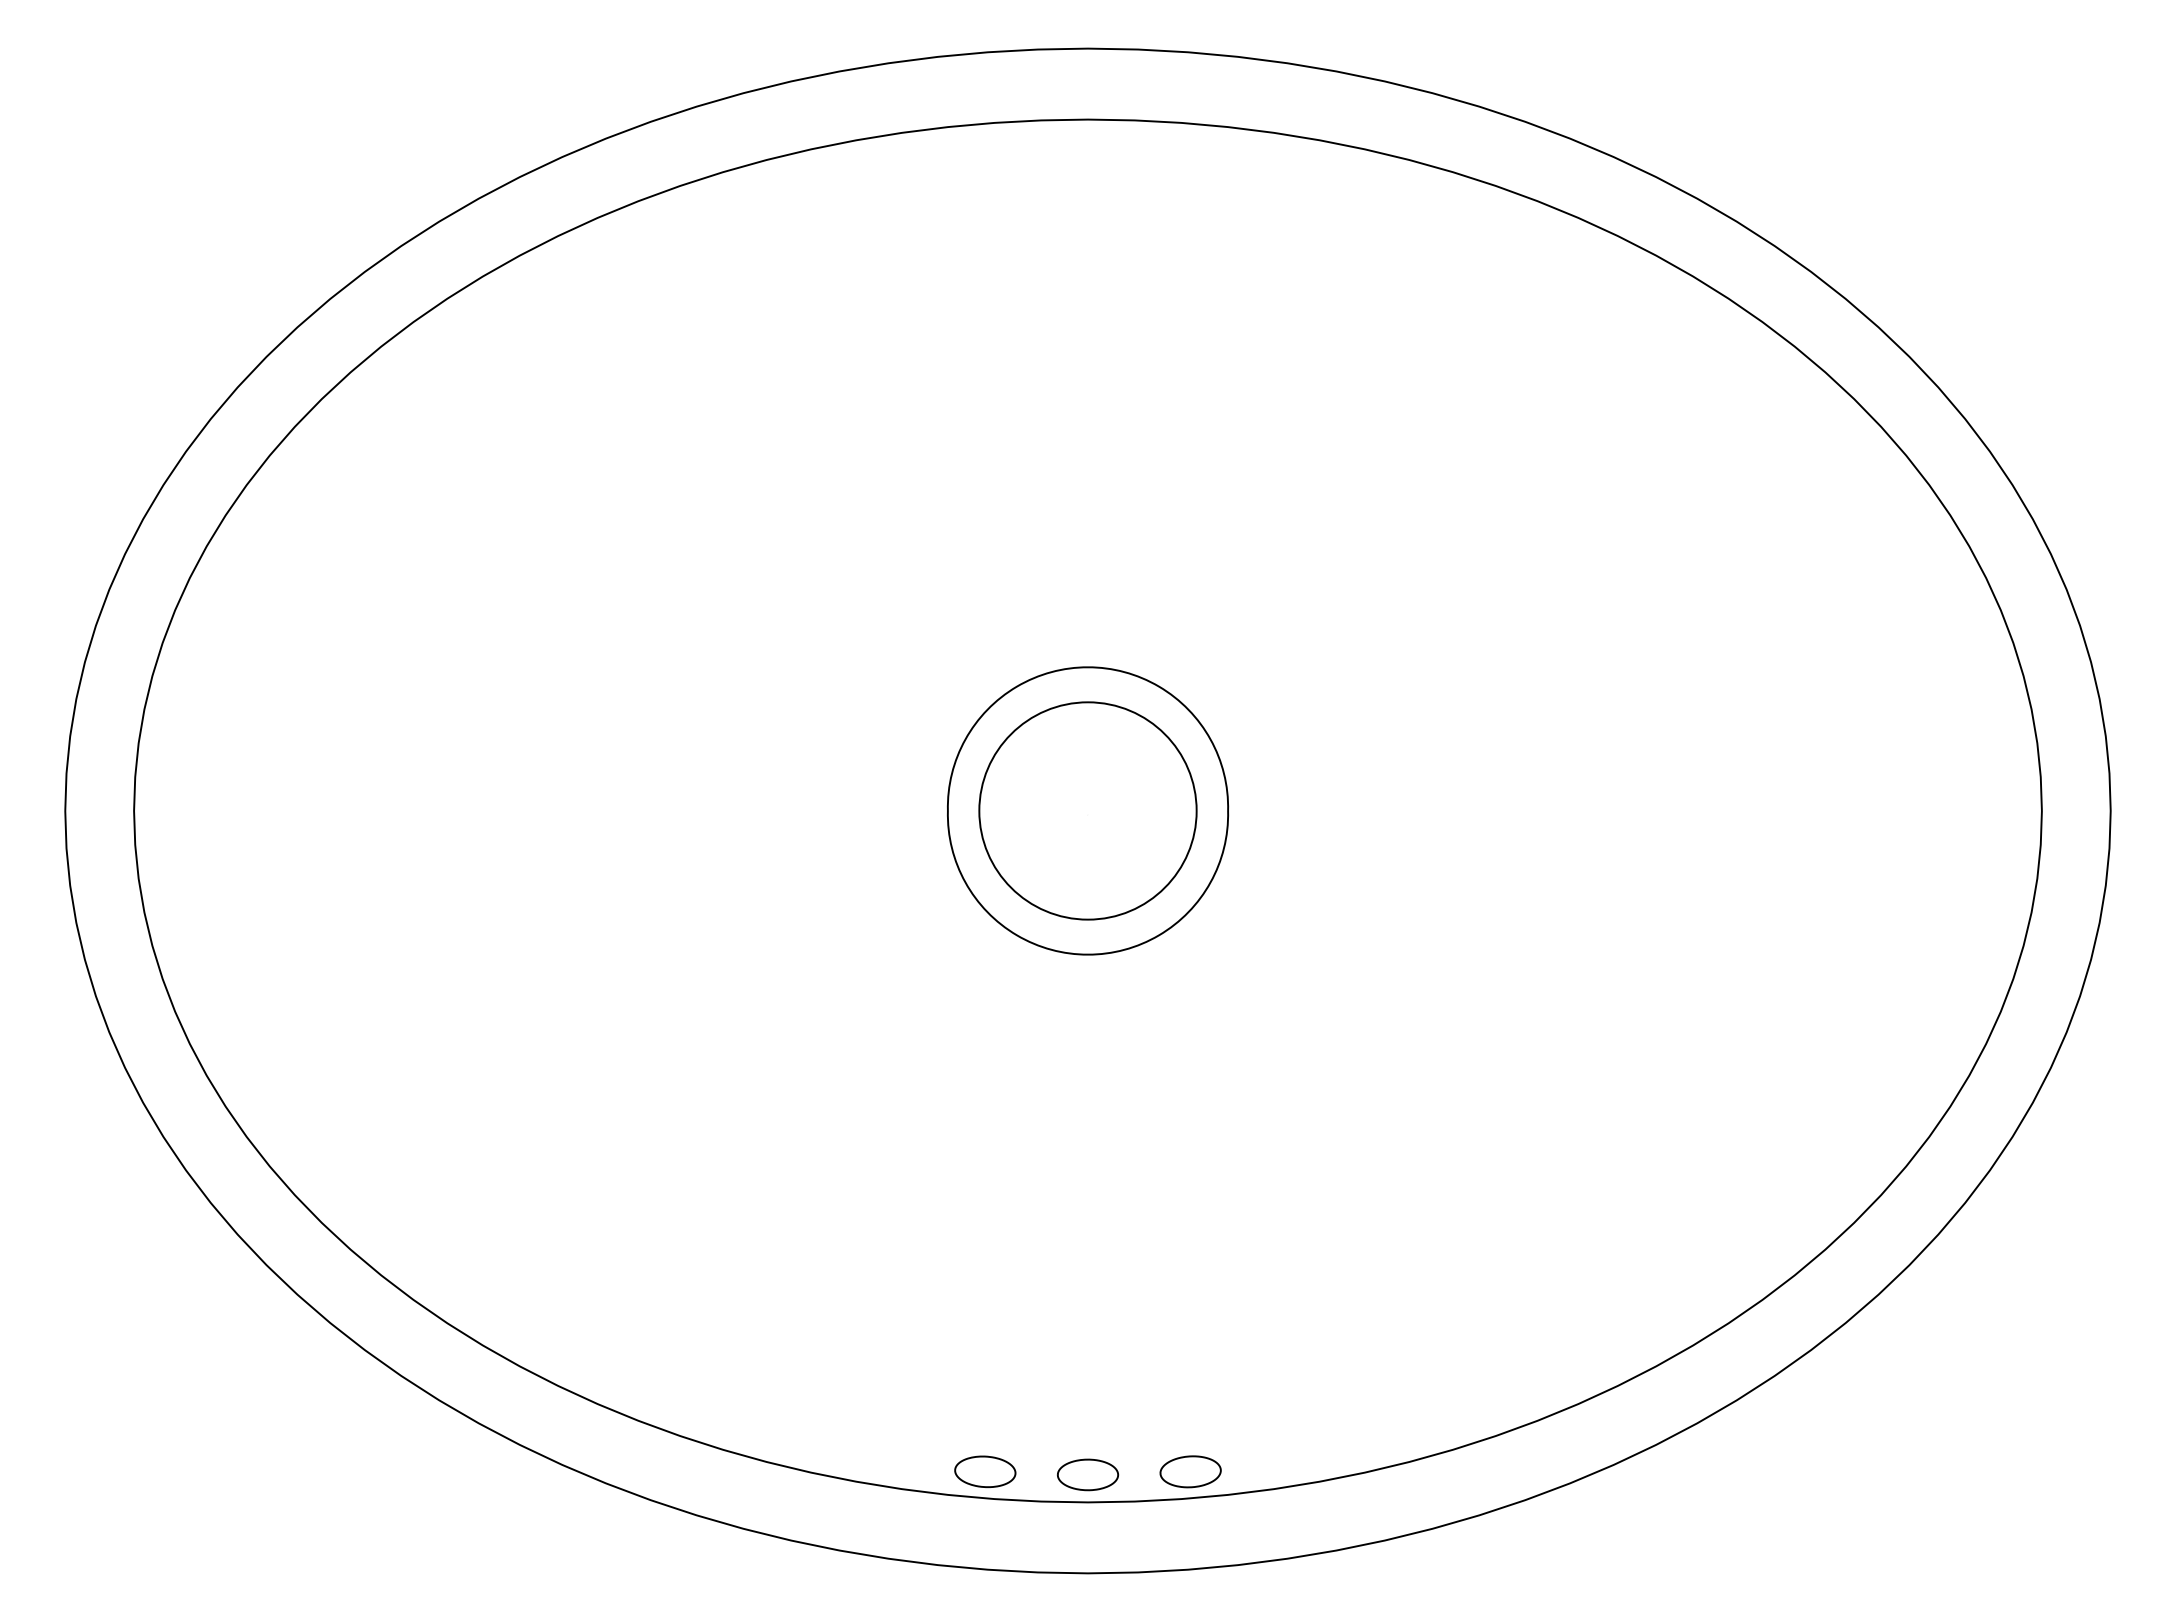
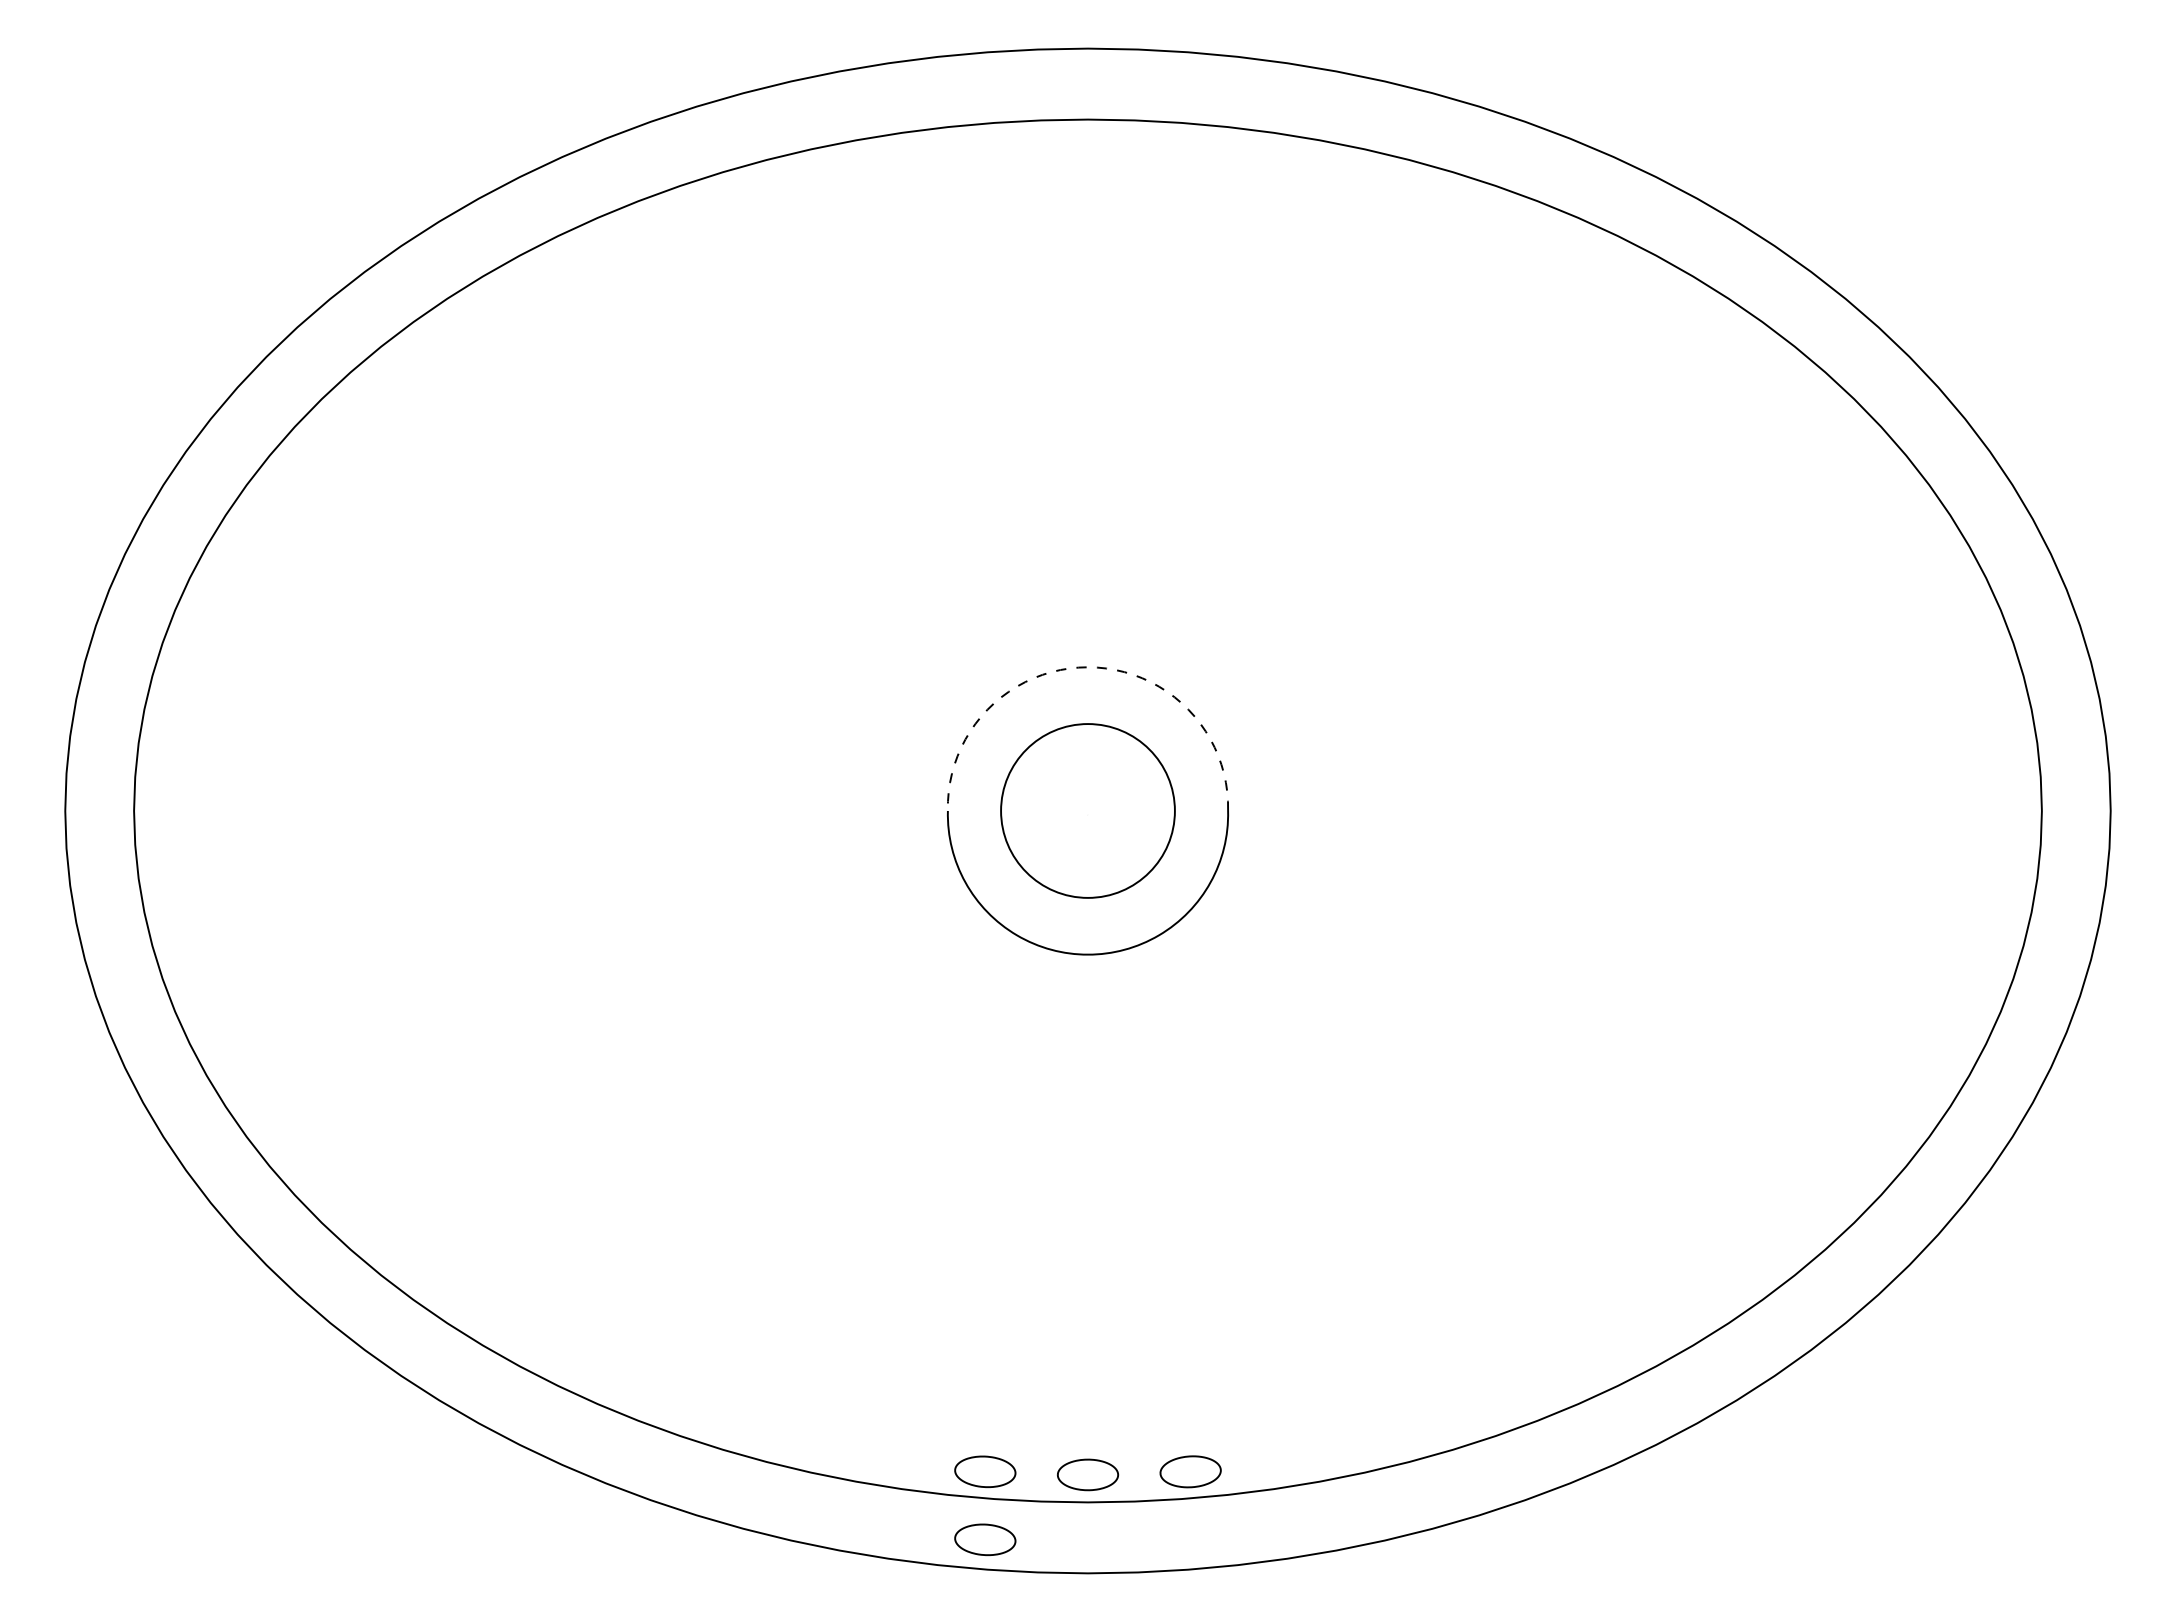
arc at (1088, 667): solid -> dashed
circle at (1087, 810) diameter: 217 px -> 174 px
part at (985, 1539): none -> present
